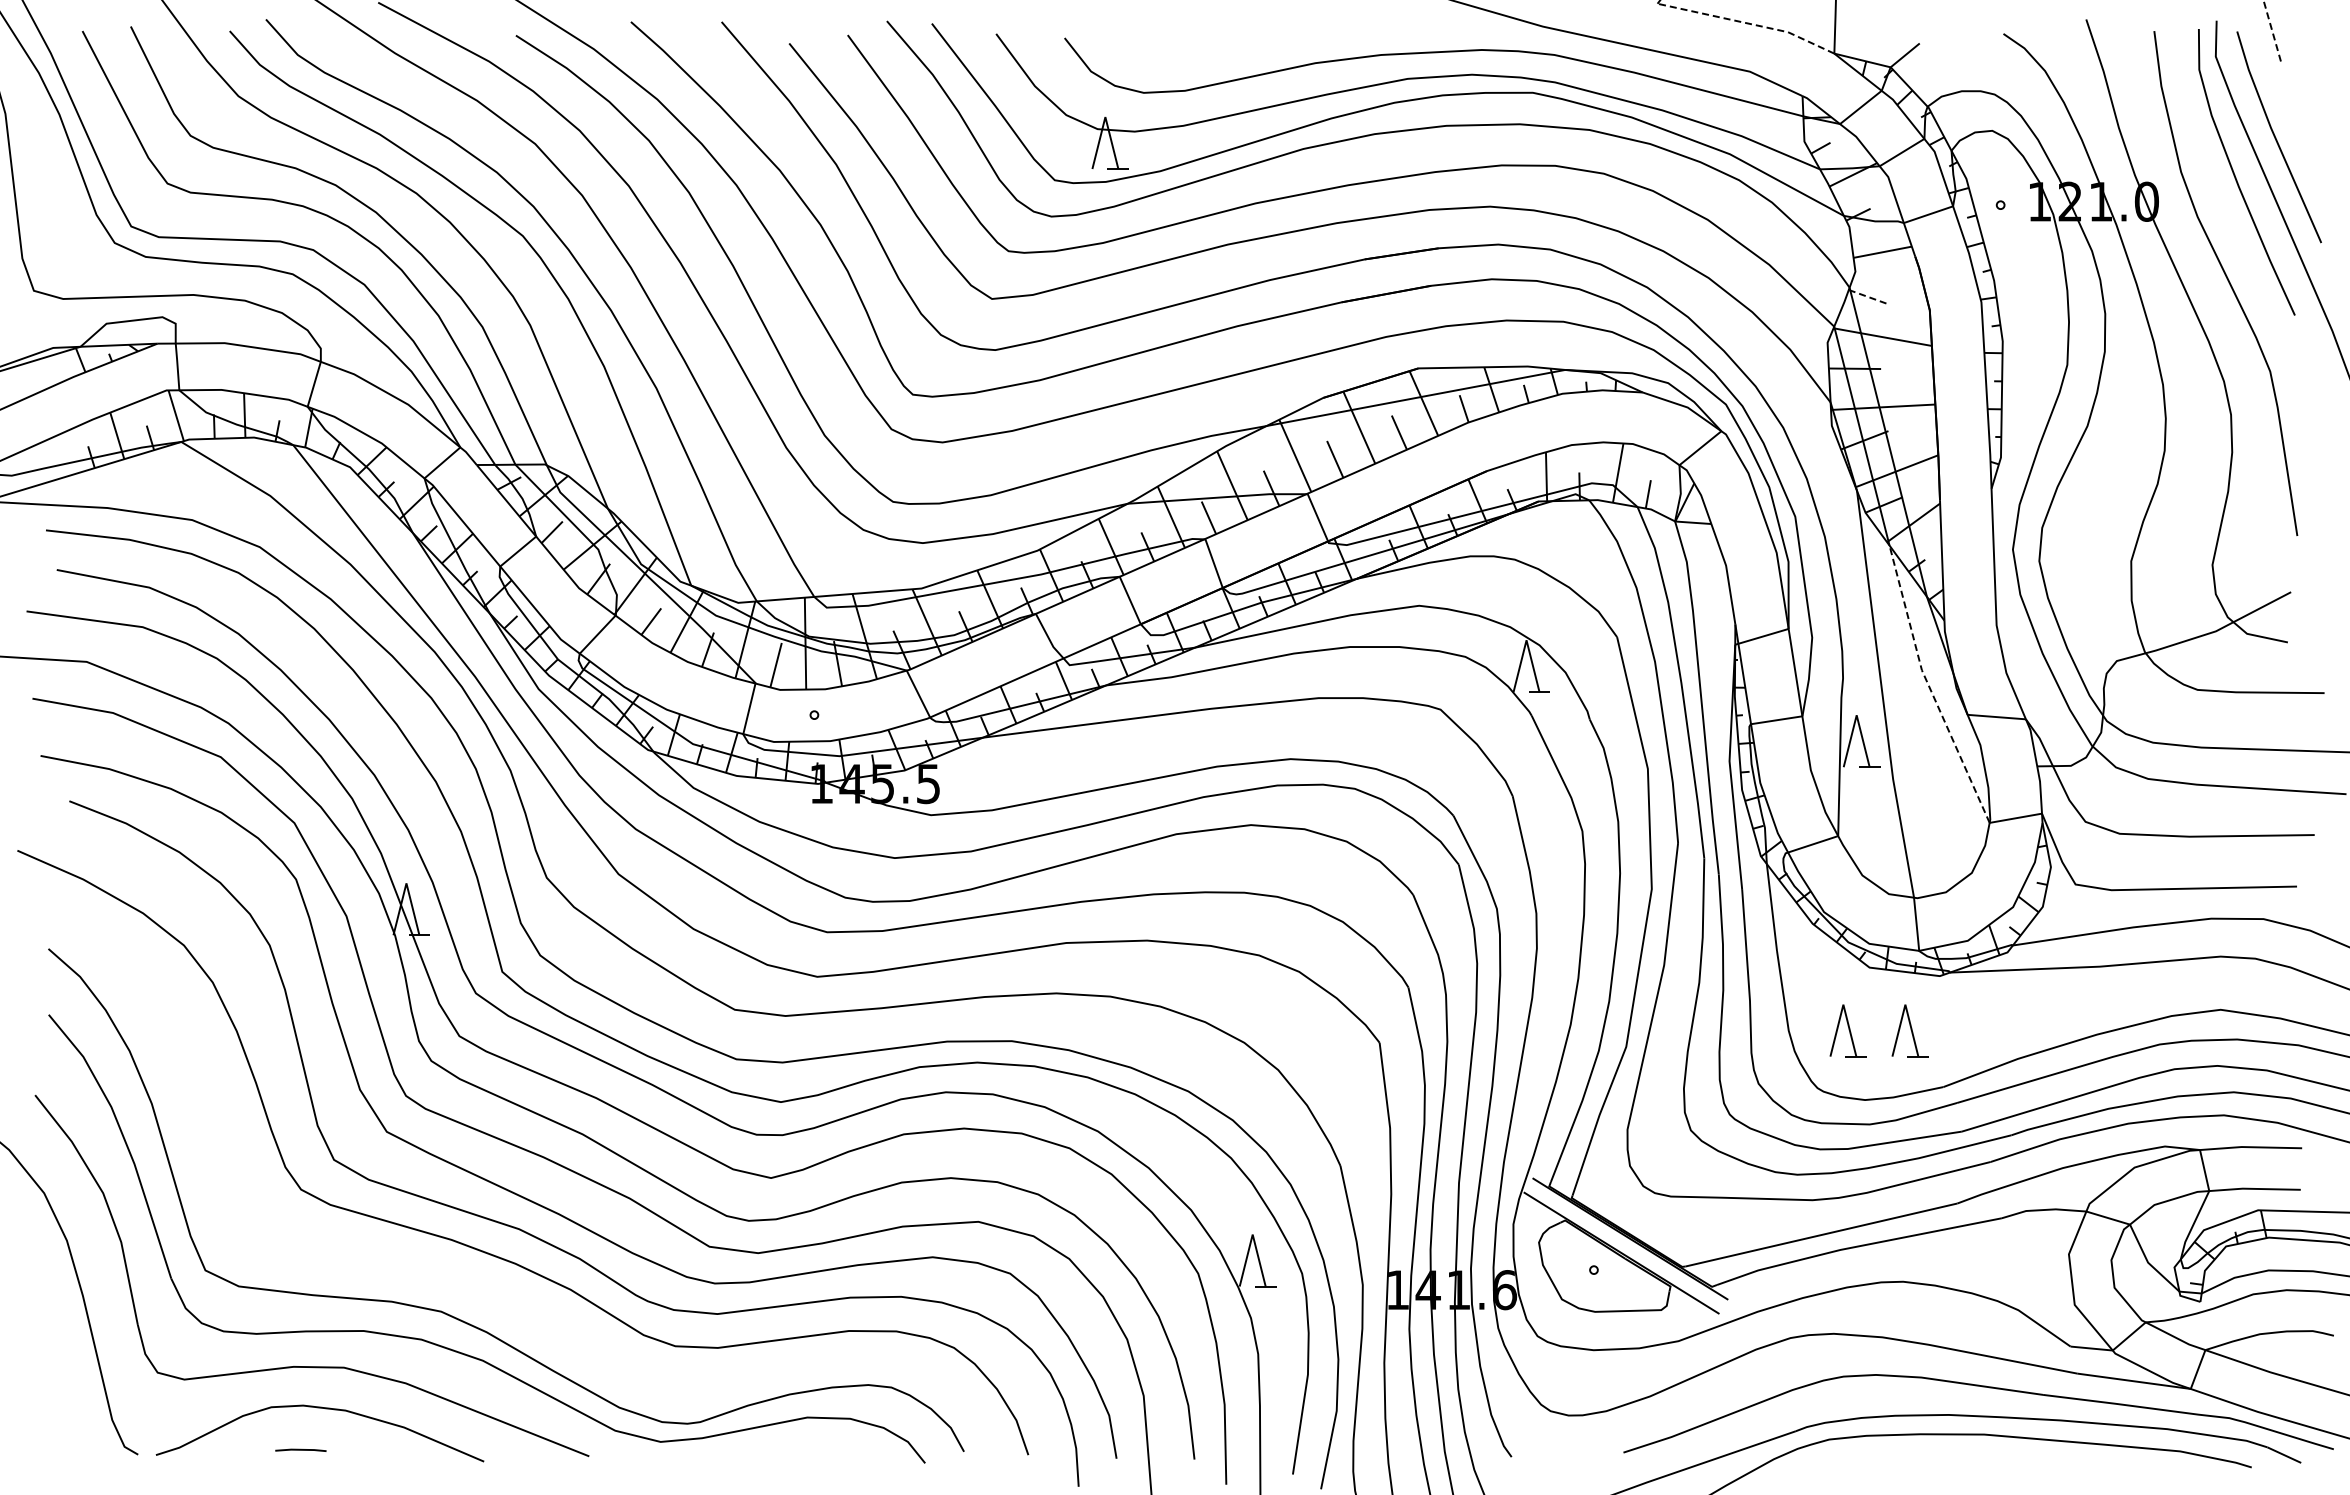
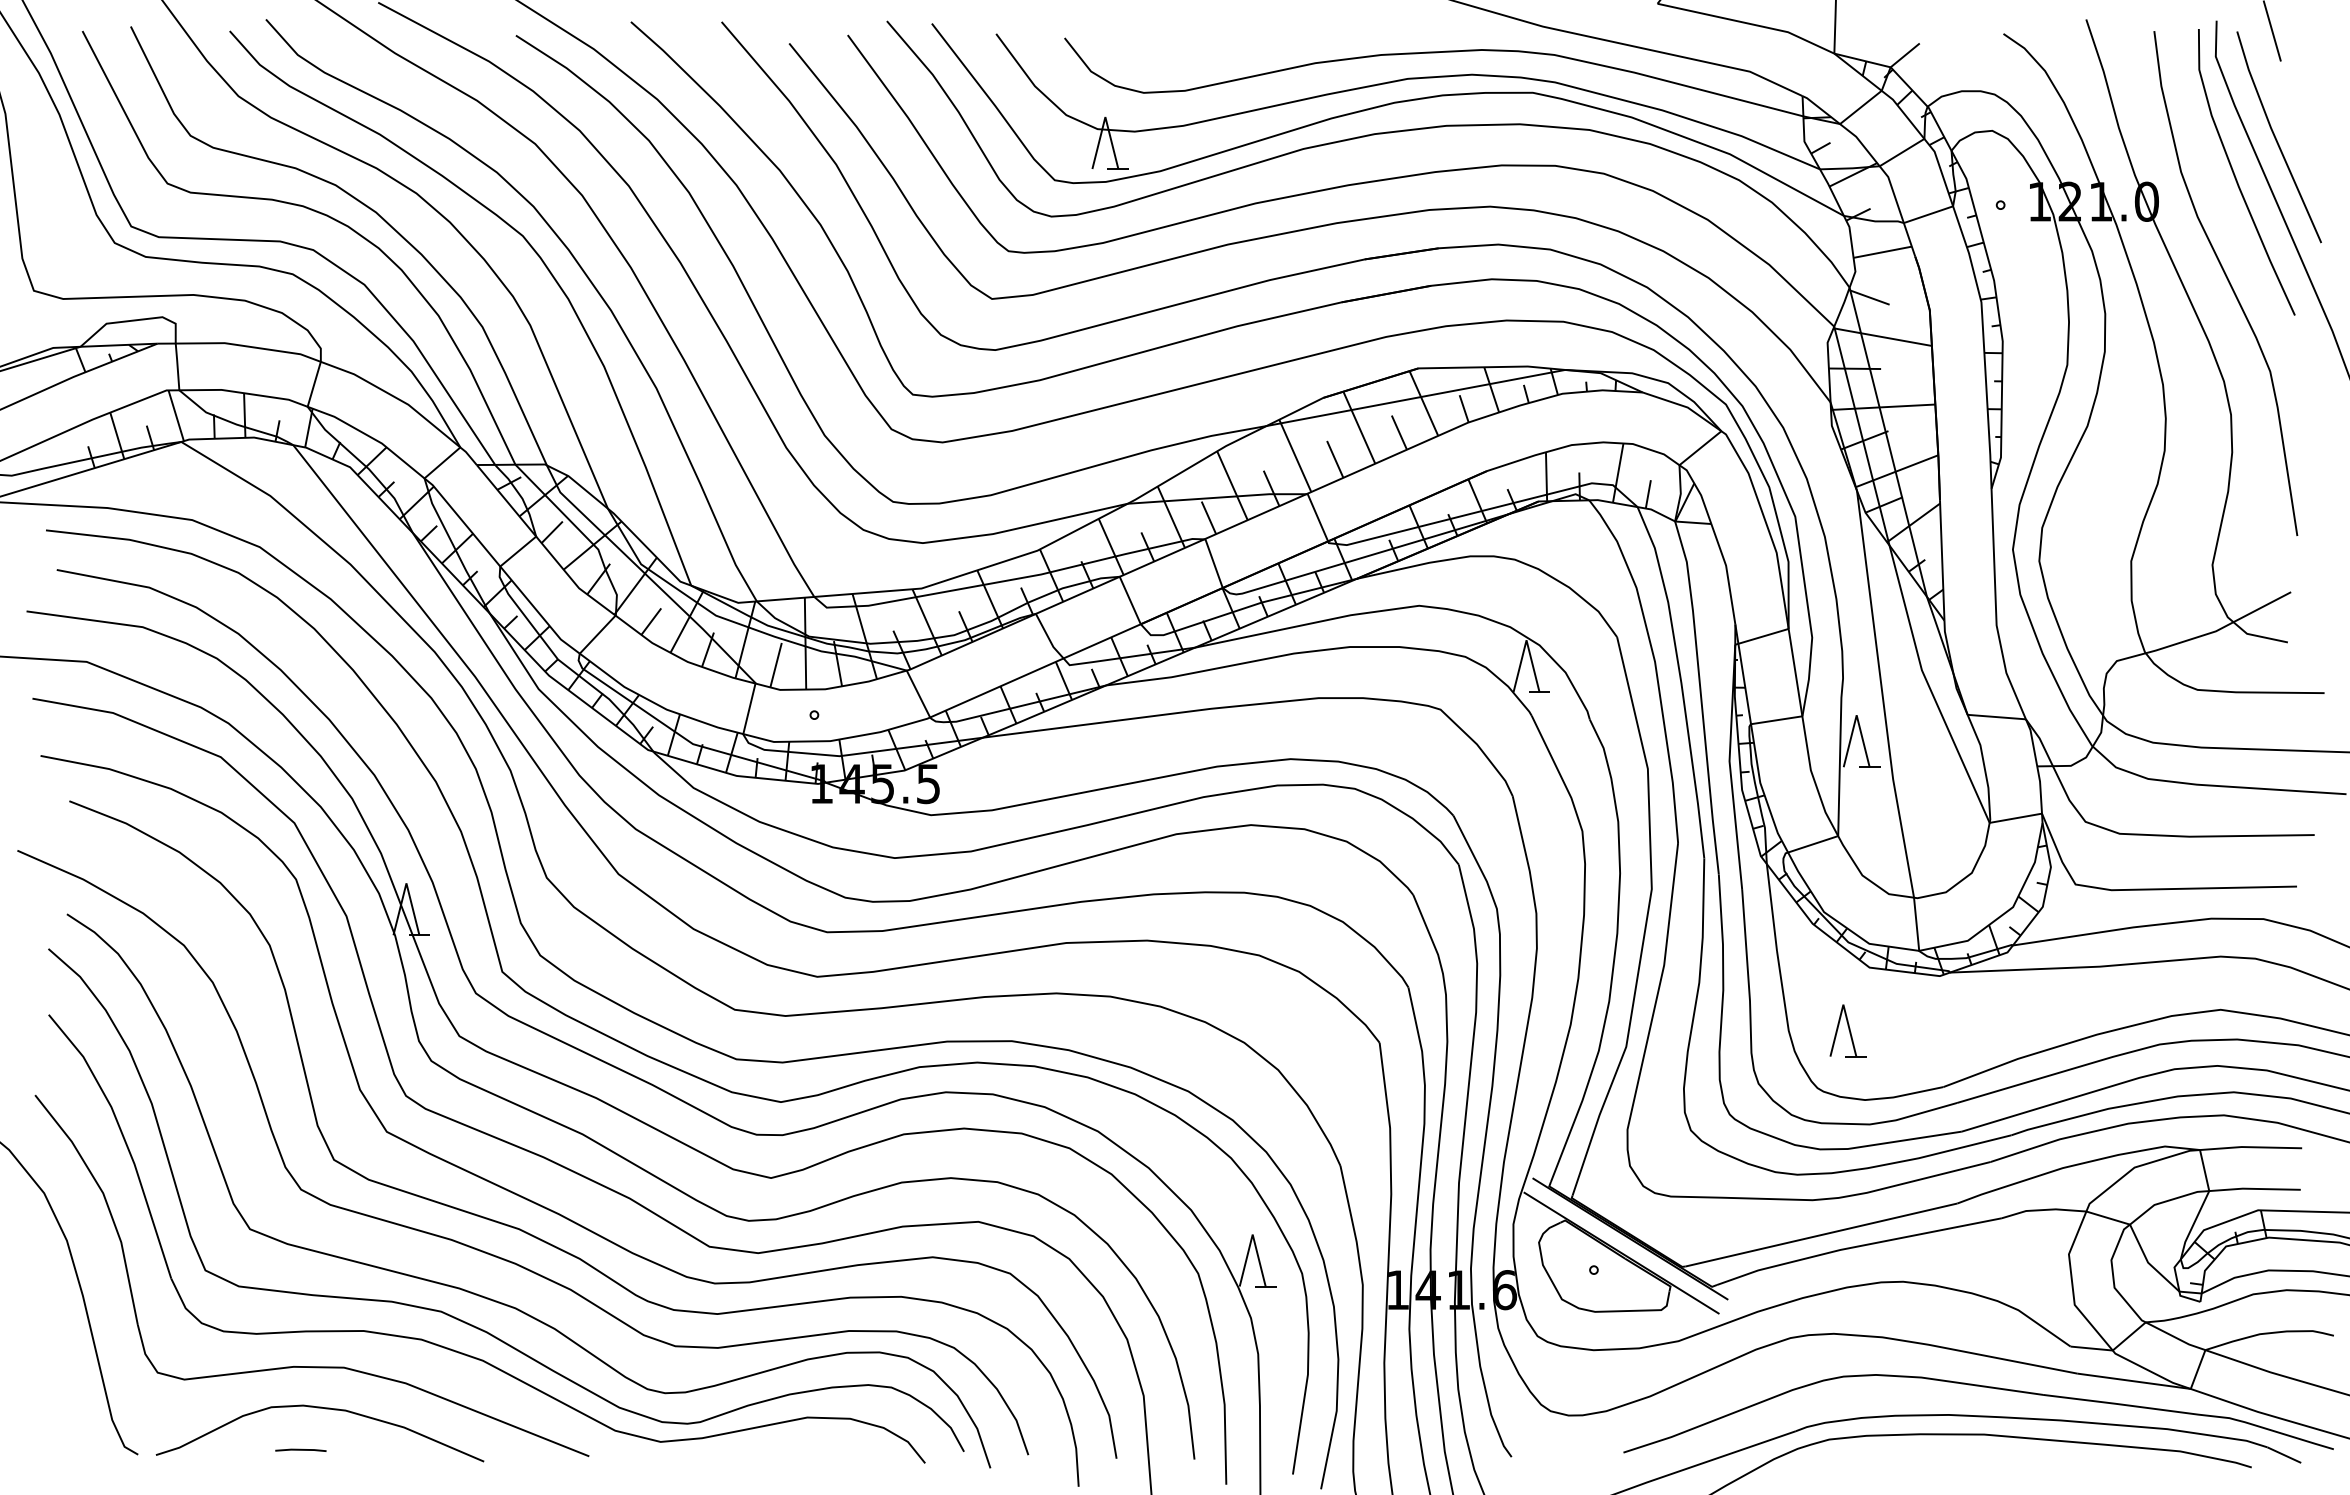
line at (1748, 23): dashed -> solid
line at (2272, 31): dashed -> solid
line at (1869, 297): dashed -> solid
line at (1929, 686): dashed -> solid
part at (1909, 1030): present -> none
curve at (491, 1298): none -> present
